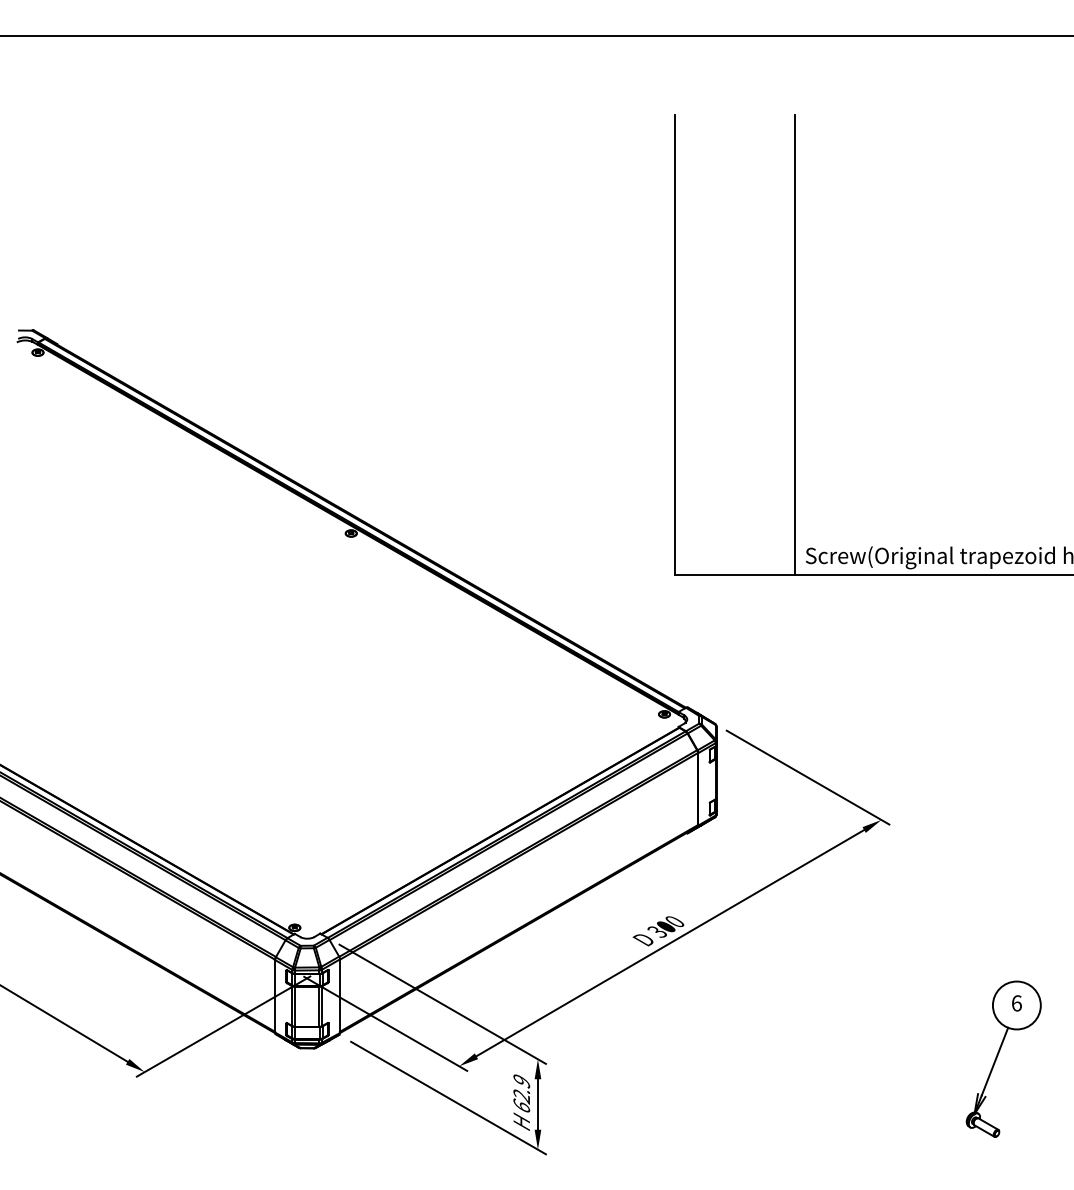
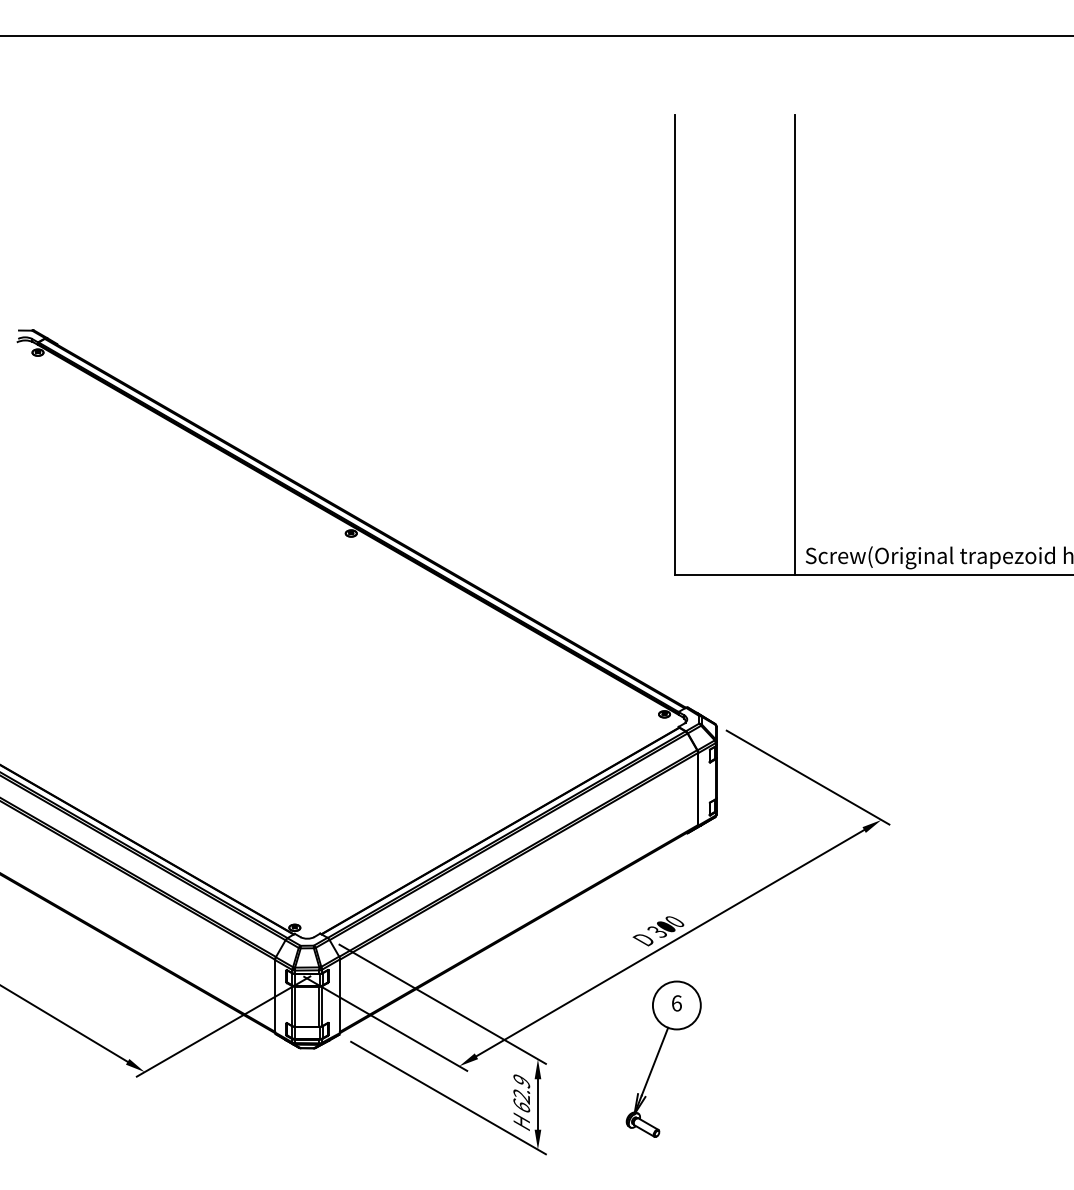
part at (1003, 1058) position: (1003, 1058) -> (663, 1058)
